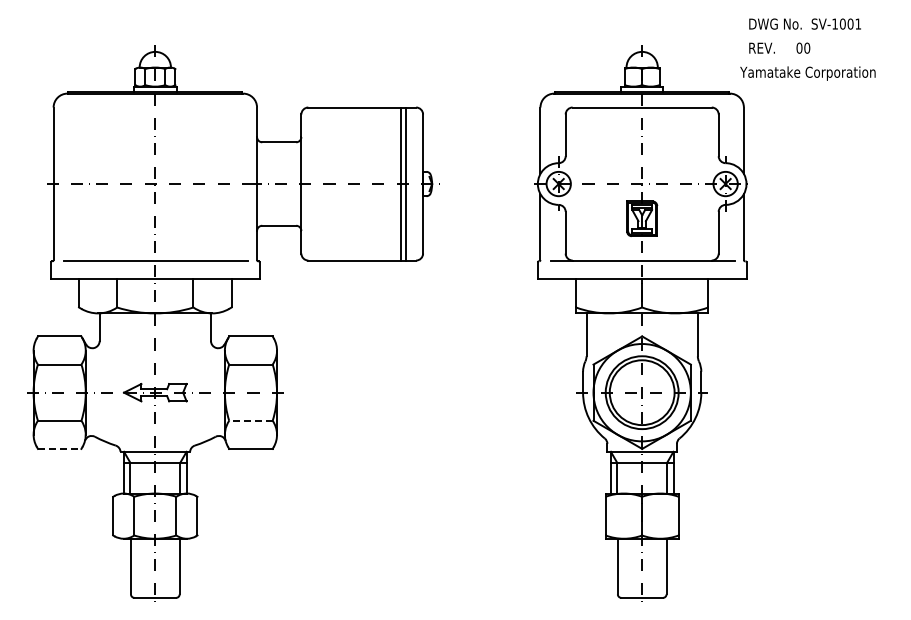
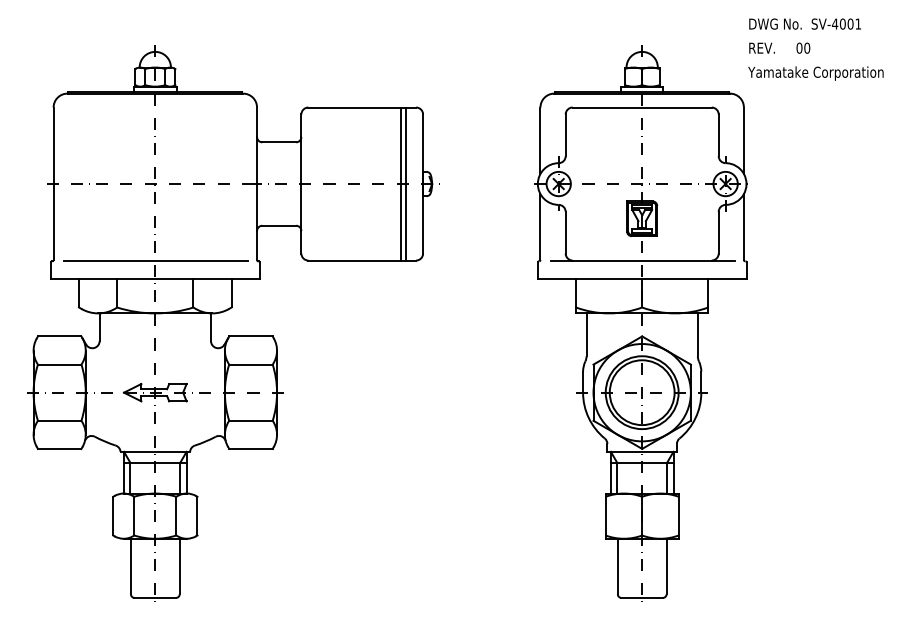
text at (834, 23): SV-1001 -> SV-4001
text at (807, 73) position: (807, 73) -> (815, 73)
line at (250, 420): dashed -> solid
line at (59, 448): dashed -> solid
